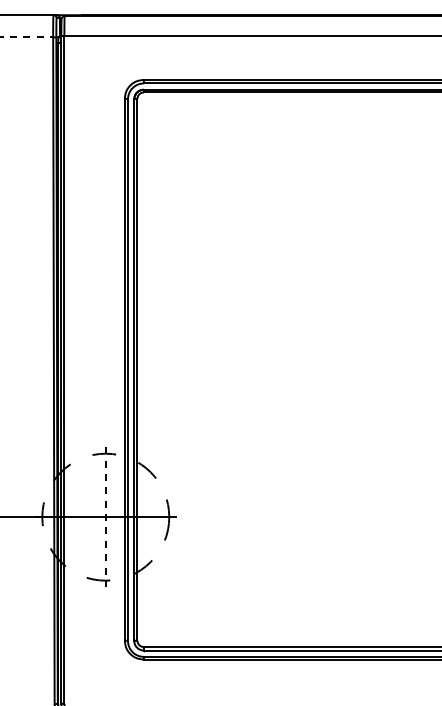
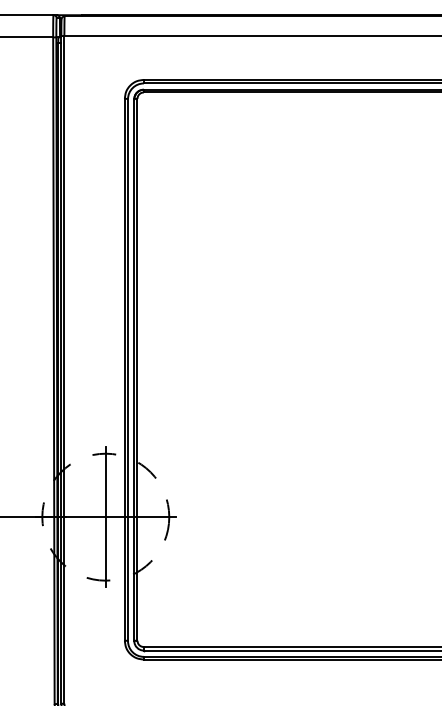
line at (27, 37): dashed -> solid
line at (105, 517): dashed -> solid
